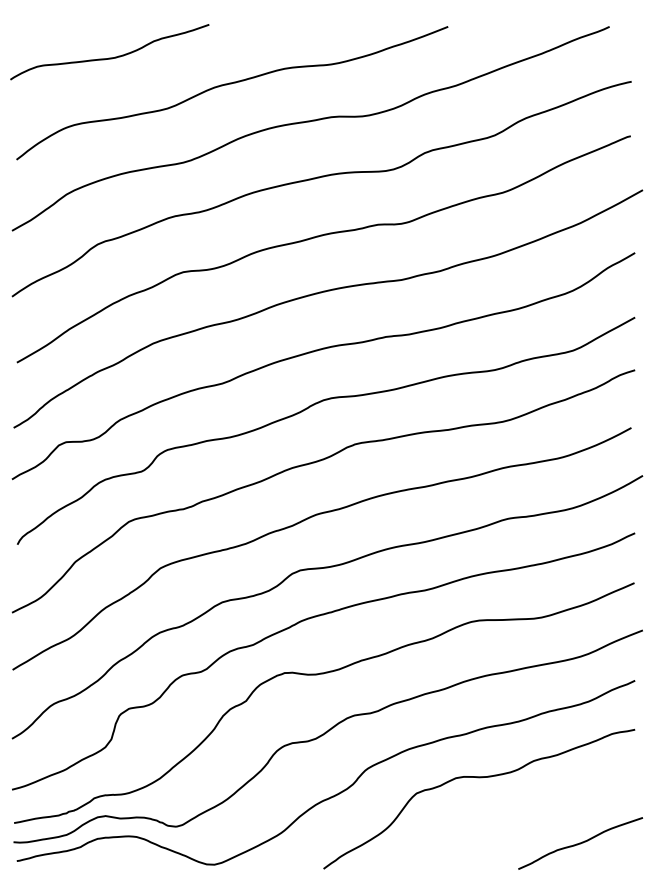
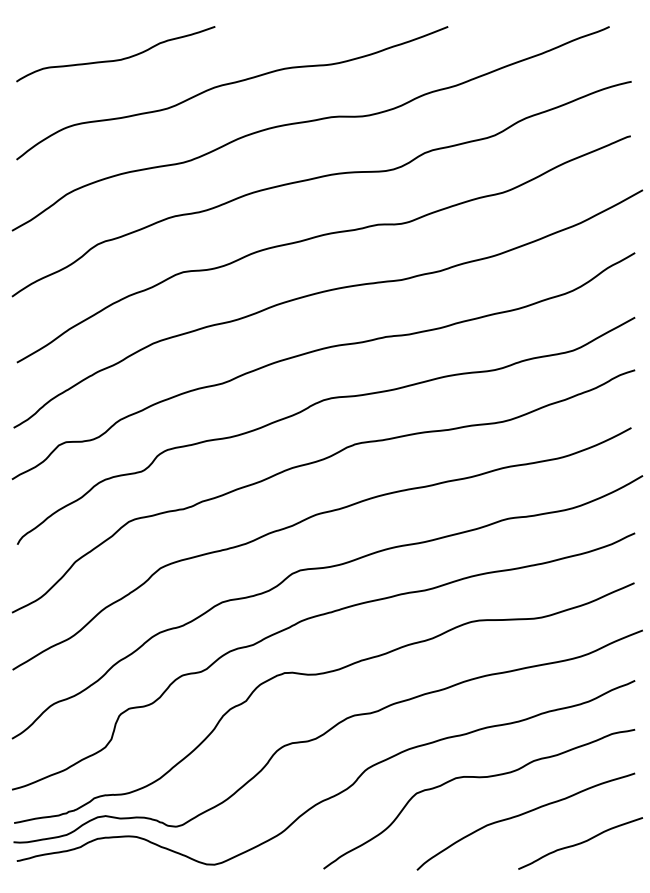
curve at (109, 57) position: (109, 57) -> (115, 59)
curve at (522, 815): none -> present
